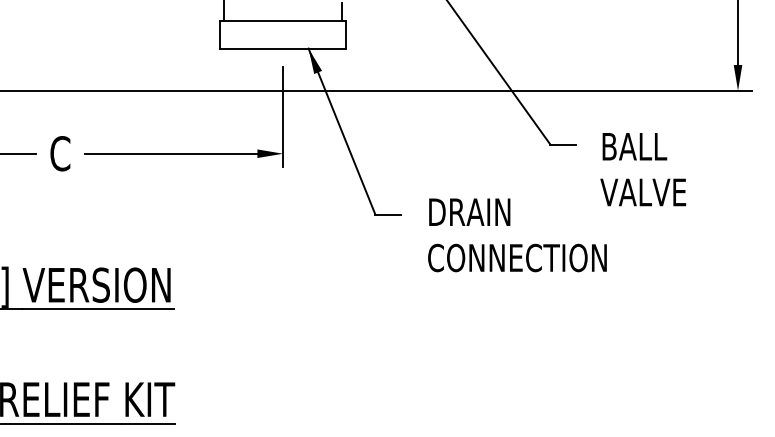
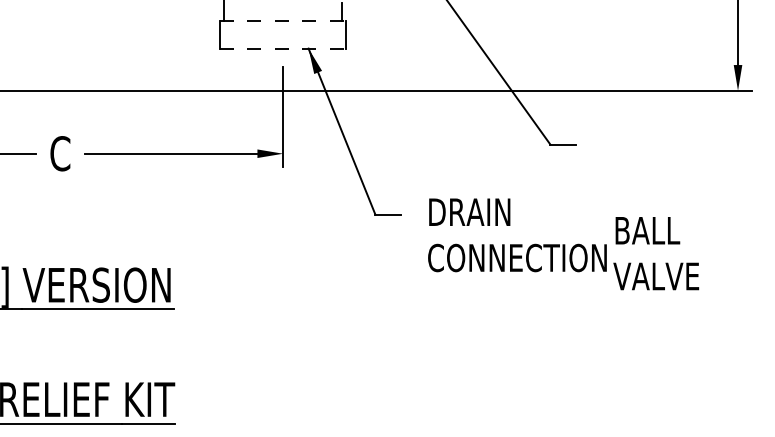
line at (283, 21): solid -> dashed
line at (283, 48): solid -> dashed
text at (643, 169) position: (643, 169) -> (656, 253)
